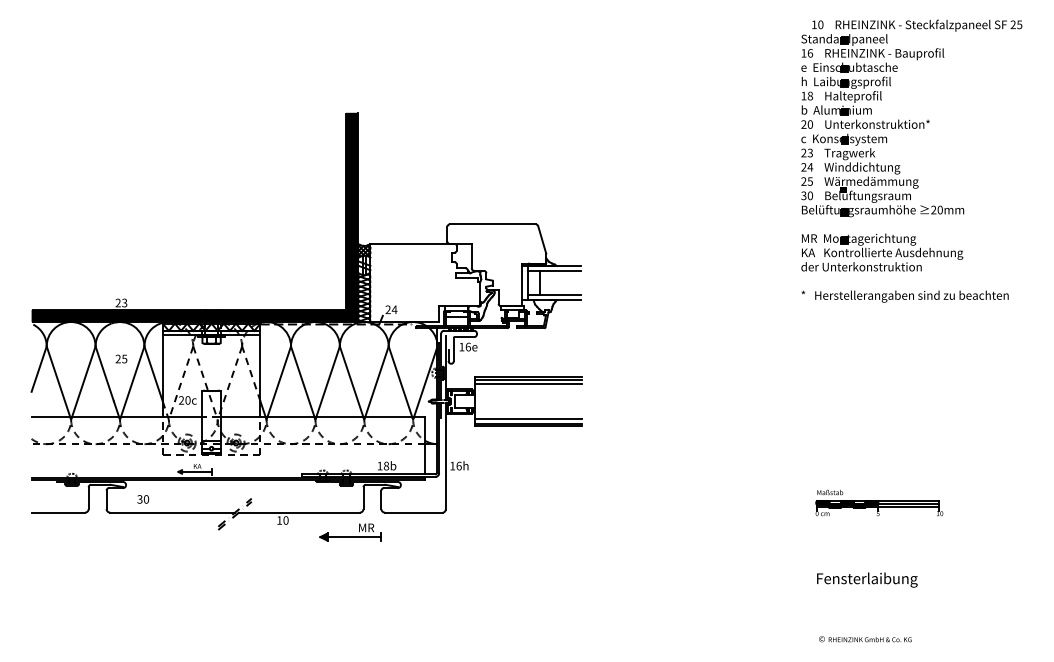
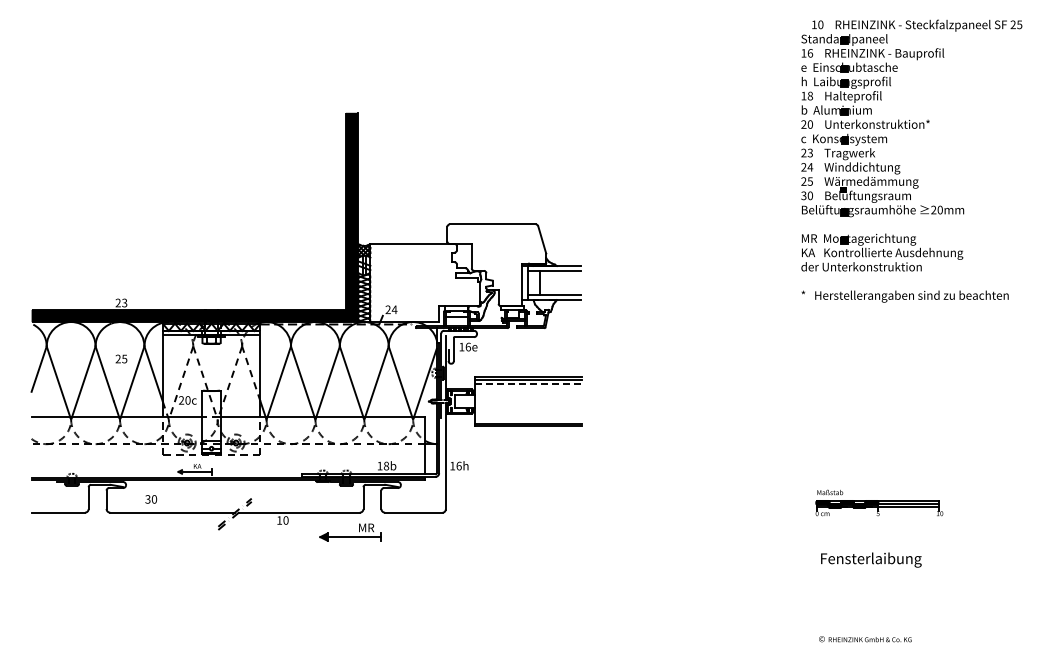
line at (529, 384): solid -> dashed
line at (528, 418): present -> none
text at (143, 499) position: (143, 499) -> (151, 499)
text at (867, 579) position: (867, 579) -> (871, 559)
